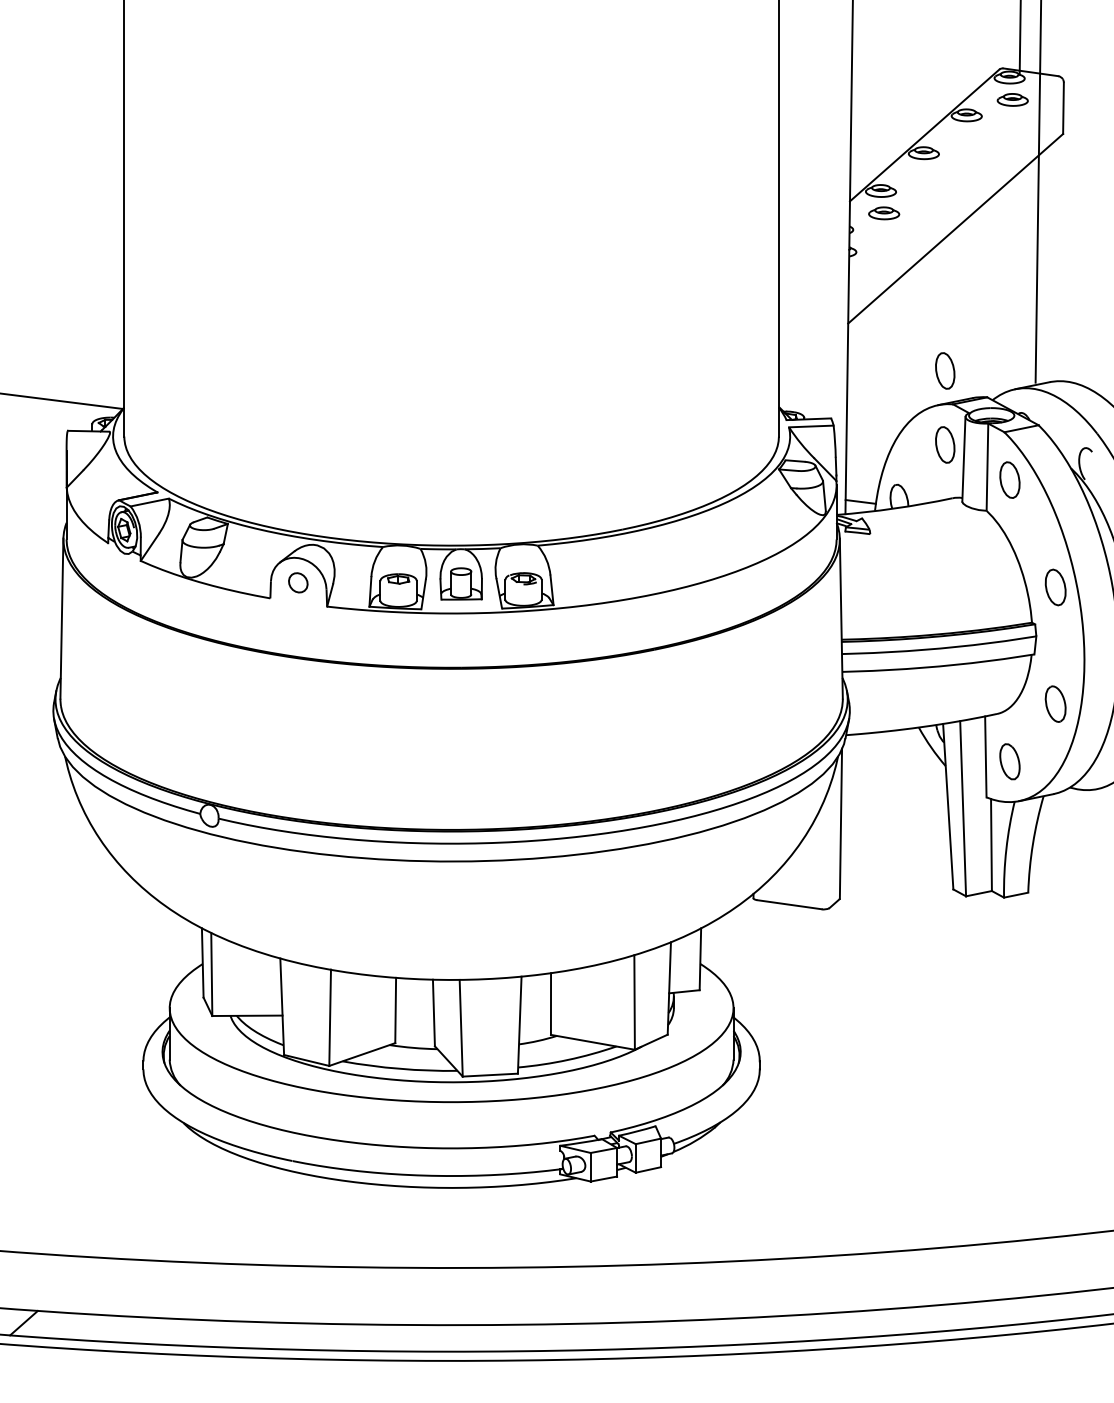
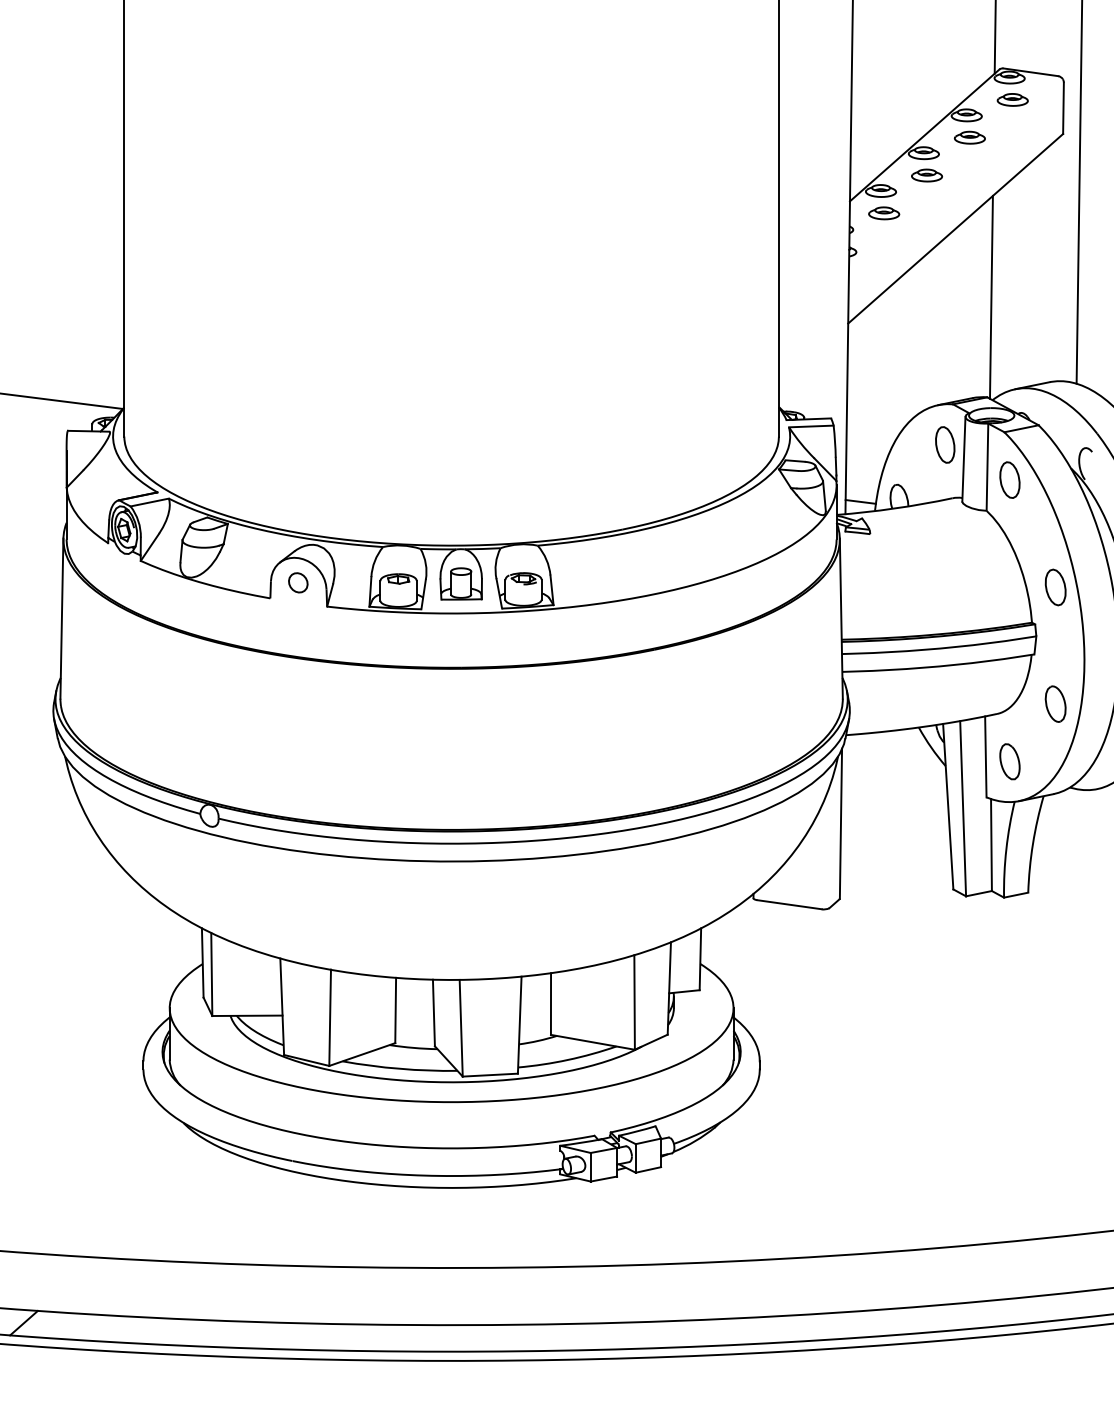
line at (1019, 37) position: (1019, 37) -> (994, 37)
part at (969, 137): none -> present
part at (926, 175): none -> present
line at (1038, 192) position: (1038, 192) -> (1079, 192)
line at (990, 296): none -> present
part at (945, 370): present -> none
